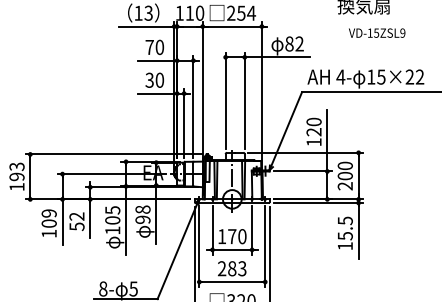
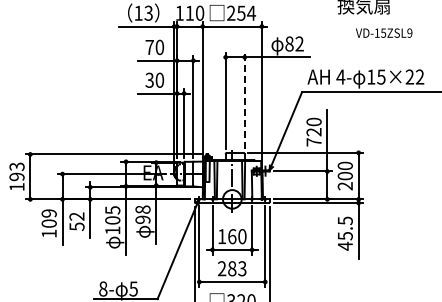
text at (377, 32) position: (377, 32) -> (384, 32)
line at (244, 100): solid -> dashed
text at (313, 142): 120 -> 720
text at (232, 236): 170 -> 160
text at (345, 245): 15.5 -> 45.5
